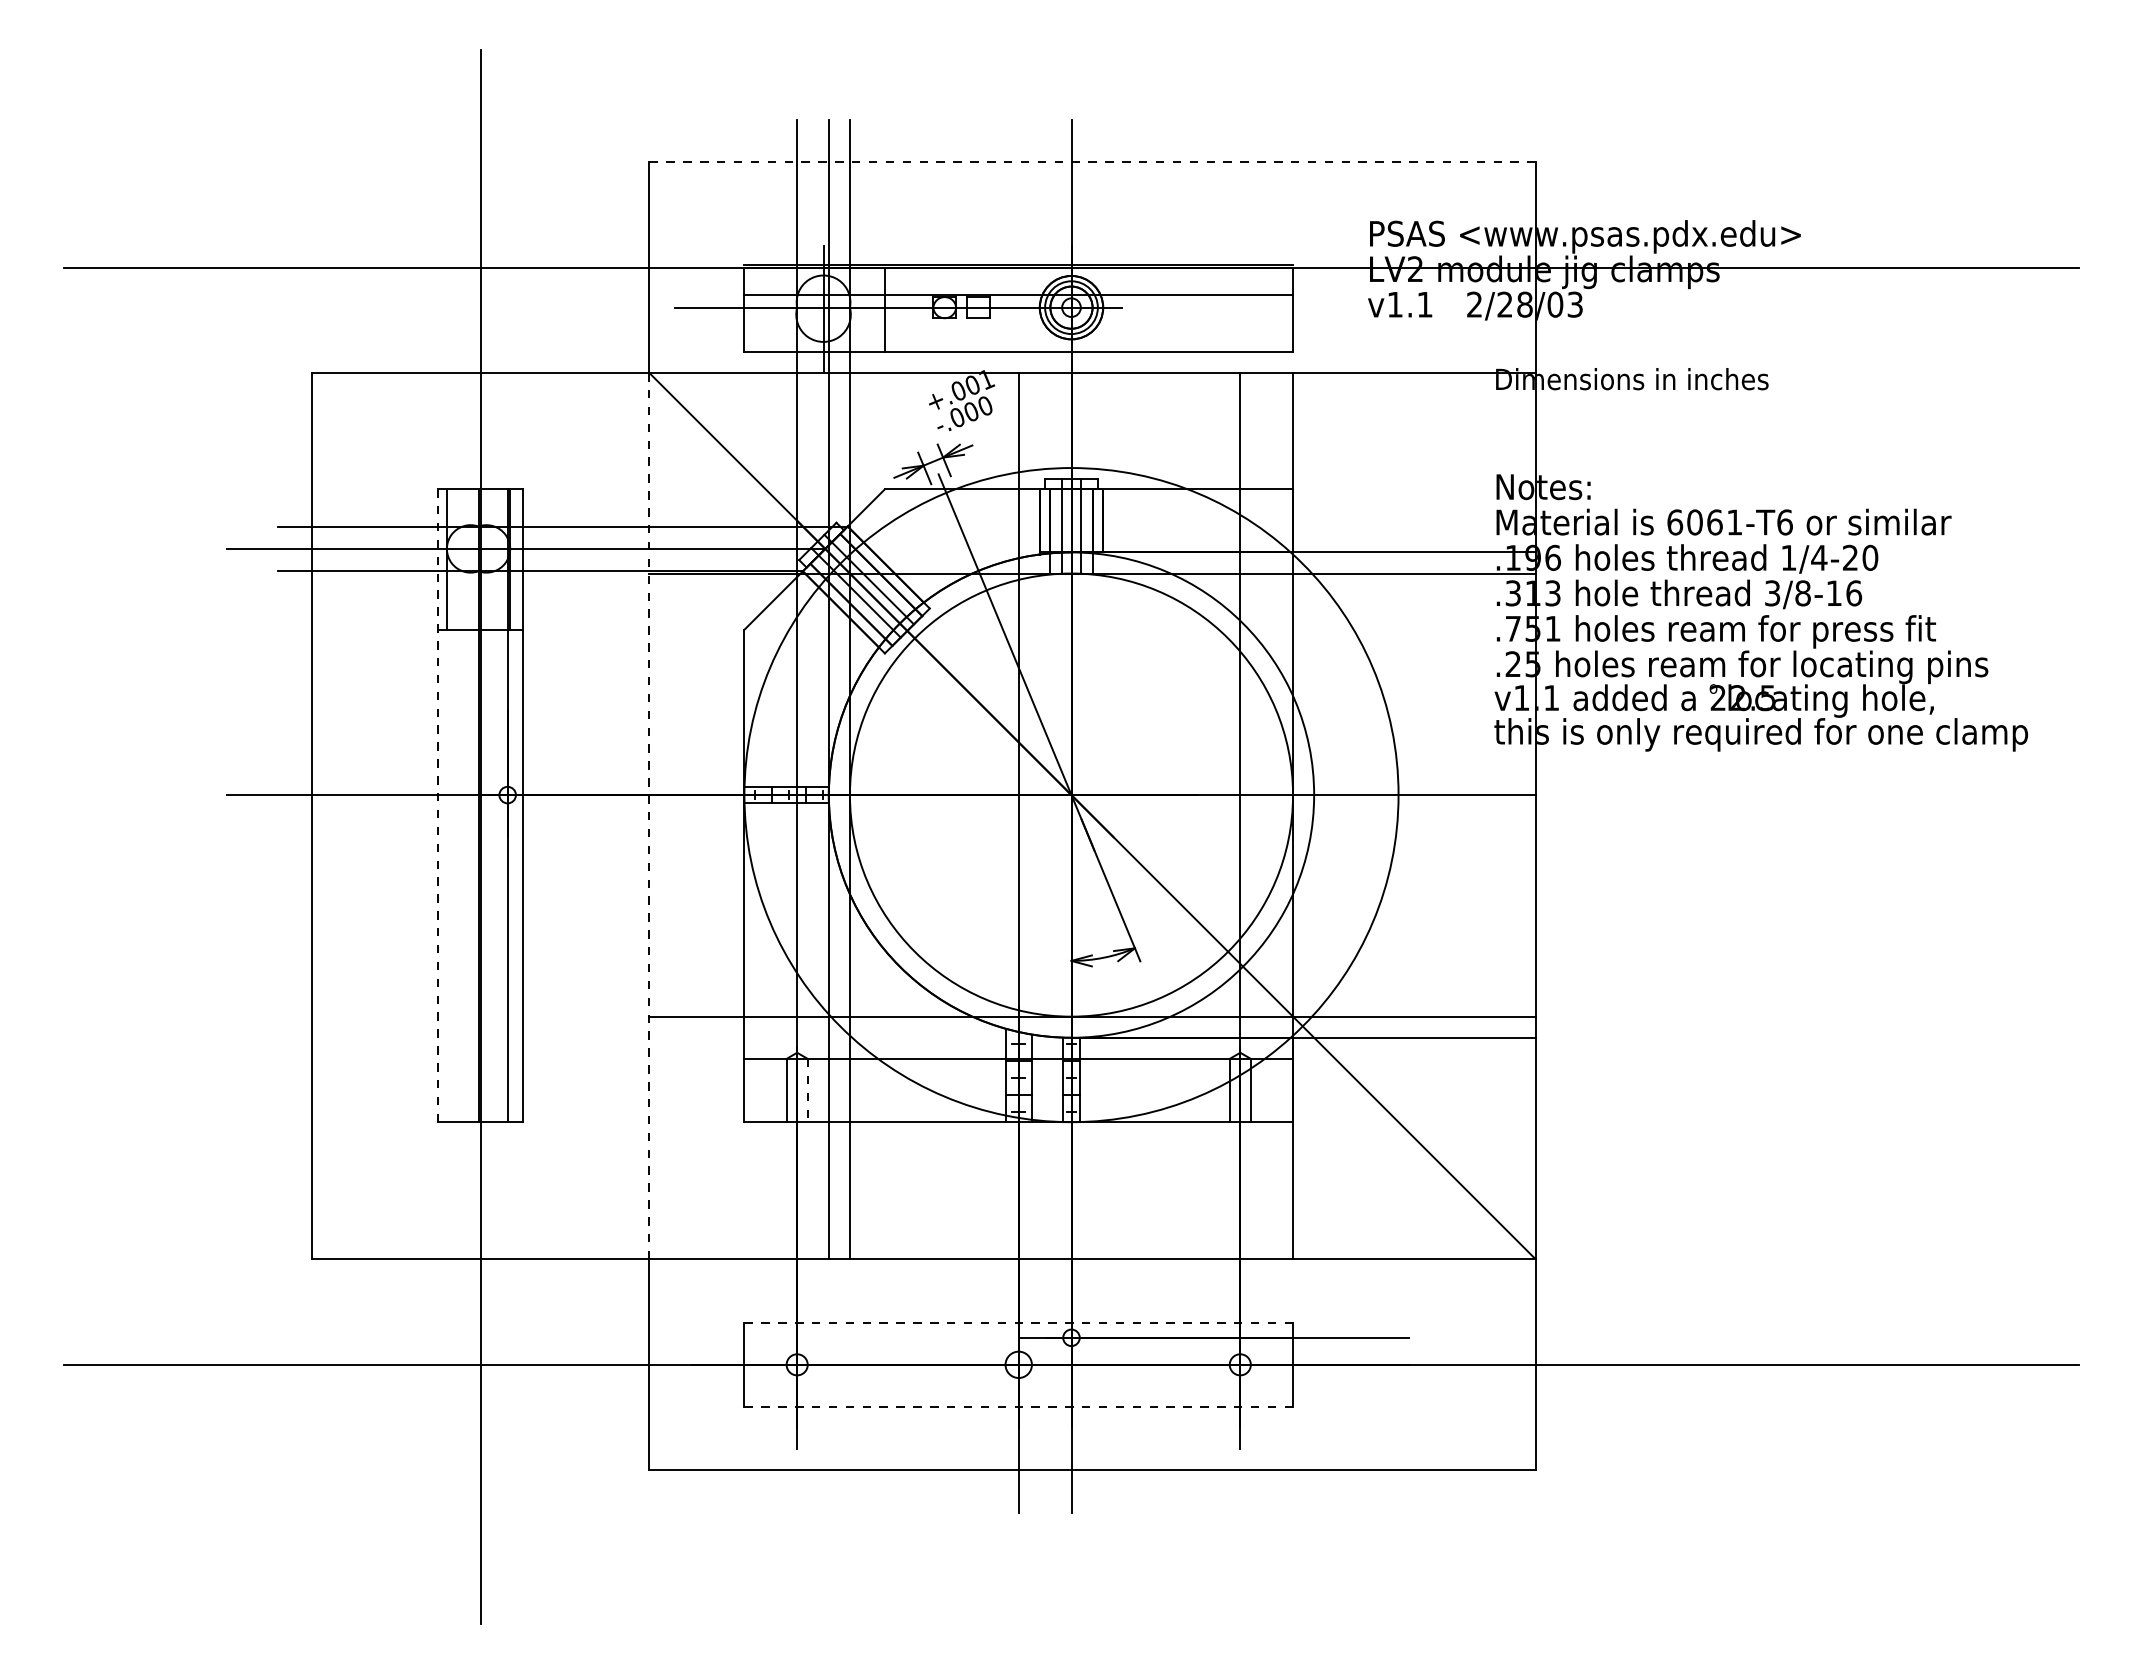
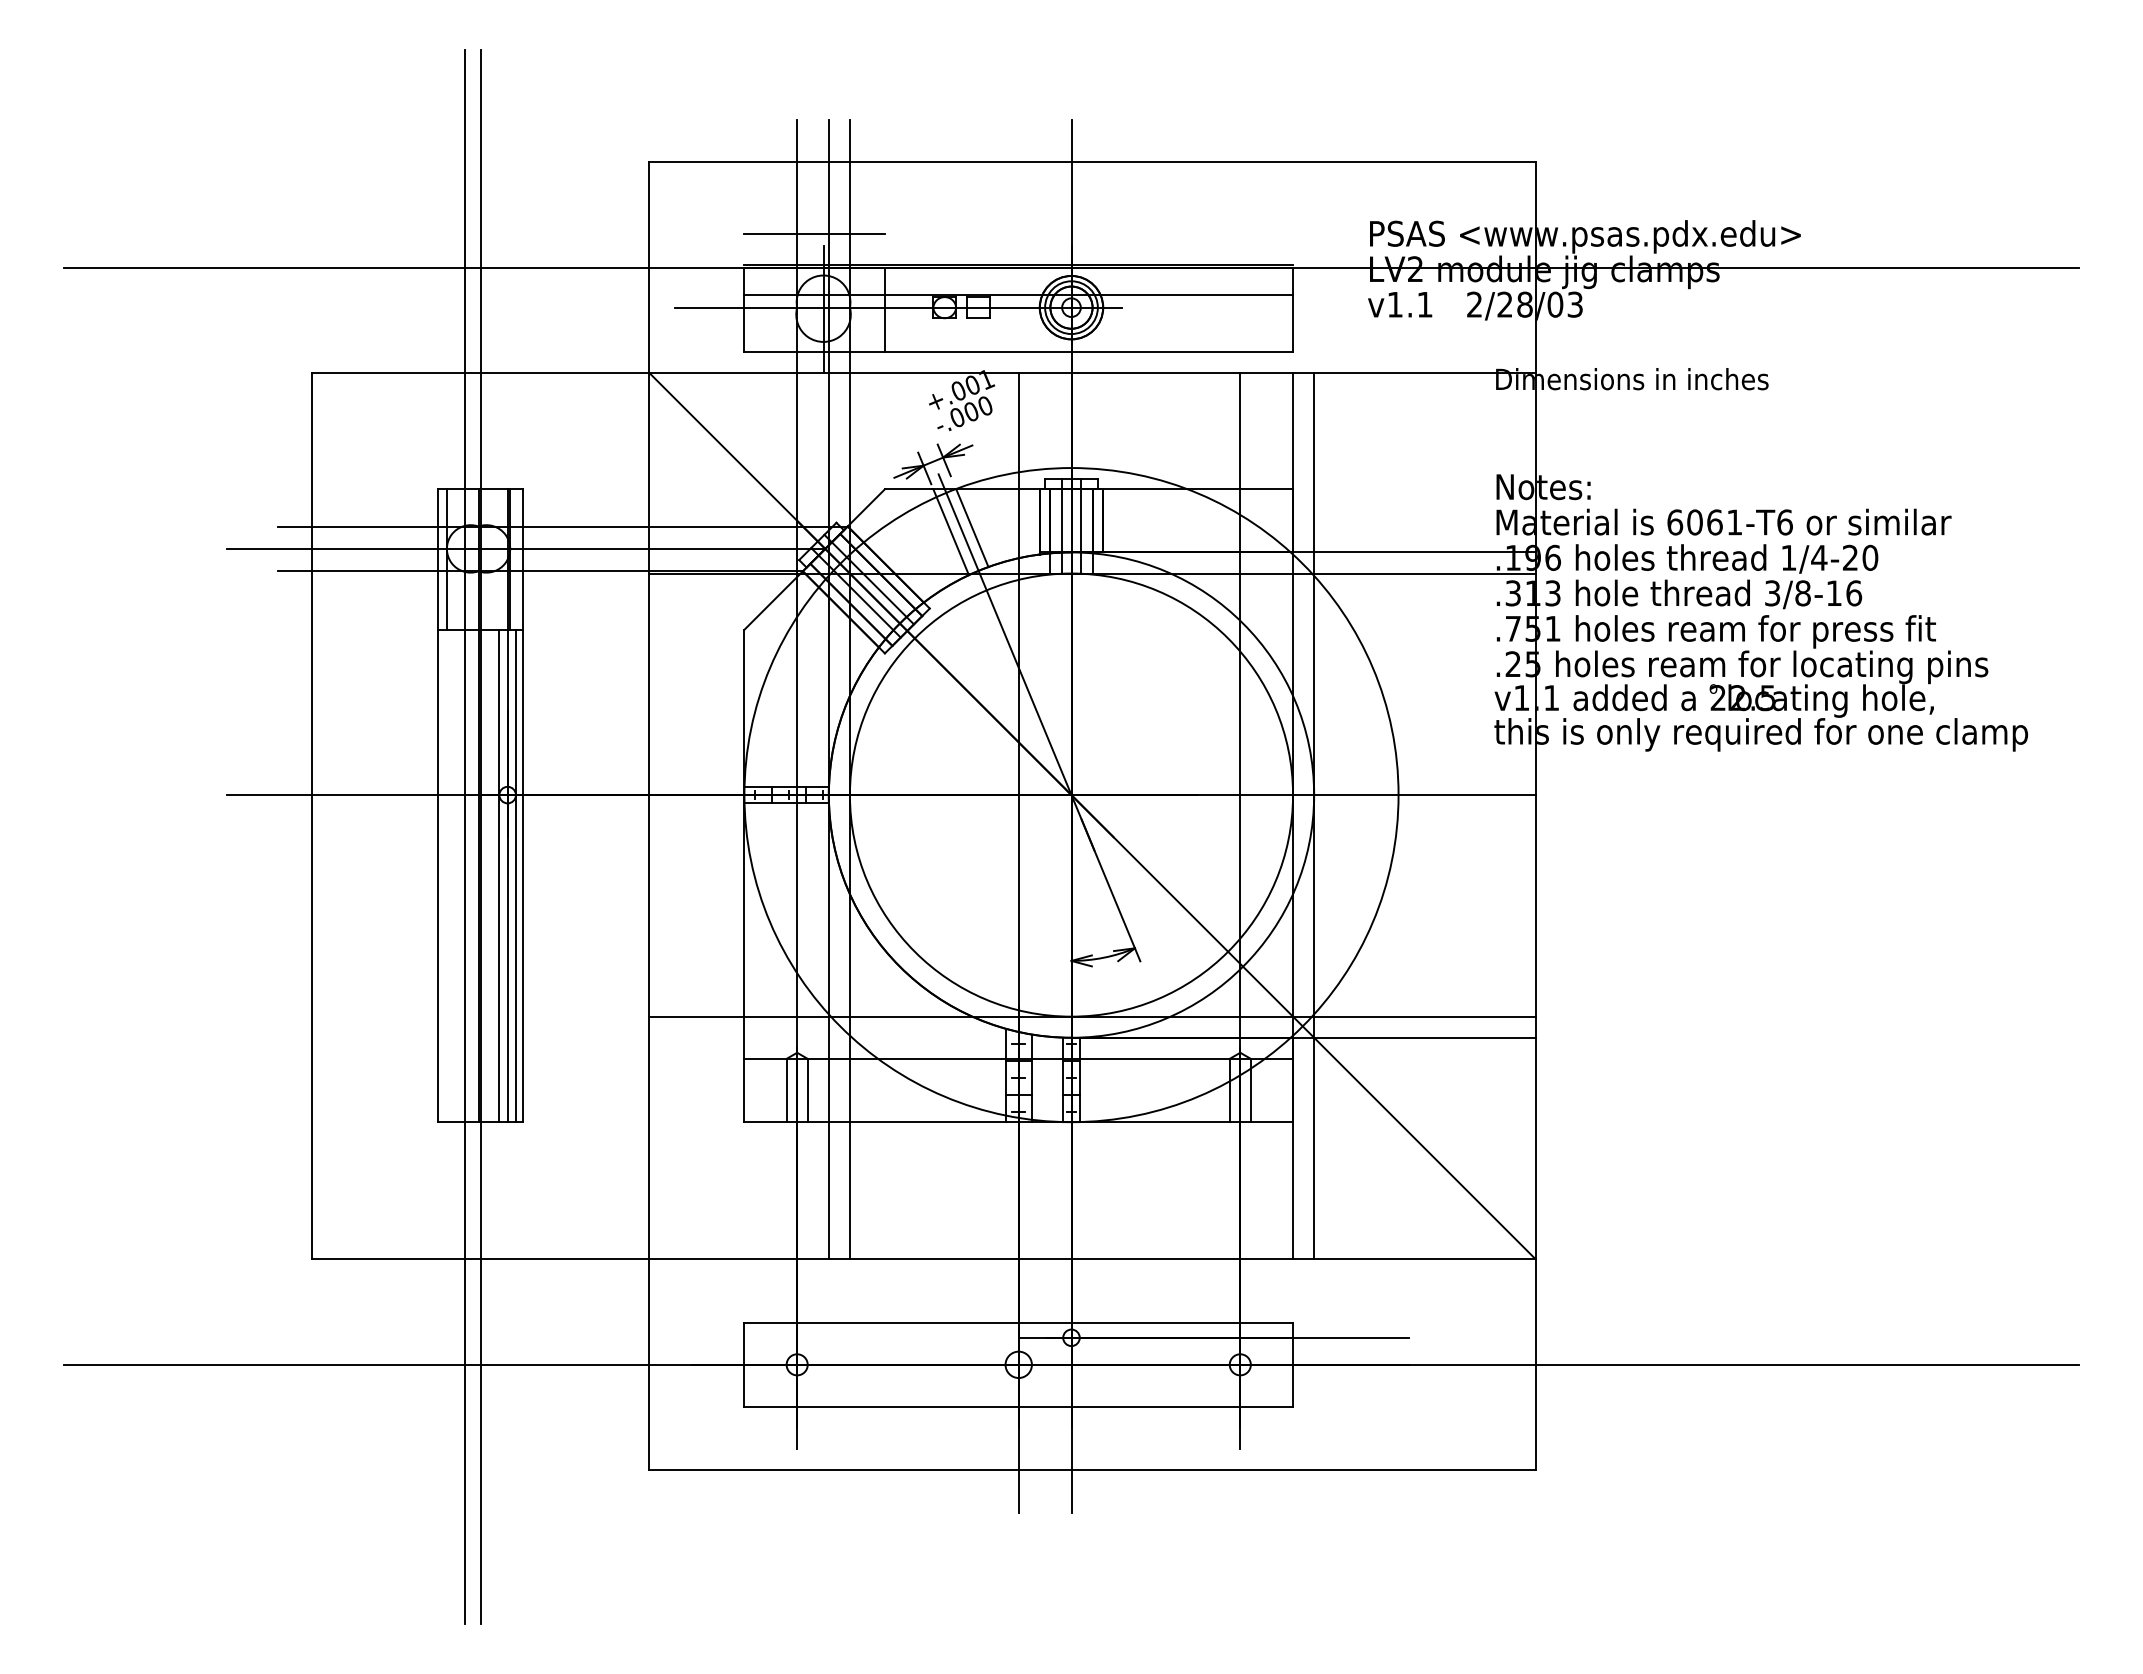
line at (1093, 162): dashed -> solid
line at (814, 233): none -> present
line at (972, 528): none -> present
line at (950, 532): none -> present
line at (438, 805): dashed -> solid
line at (649, 815): dashed -> solid
line at (1314, 816): none -> present
line at (465, 836): none -> present
line at (499, 875): none -> present
line at (515, 875): none -> present
line at (807, 1090): dashed -> solid
line at (1019, 1322): dashed -> solid
line at (1019, 1407): dashed -> solid
